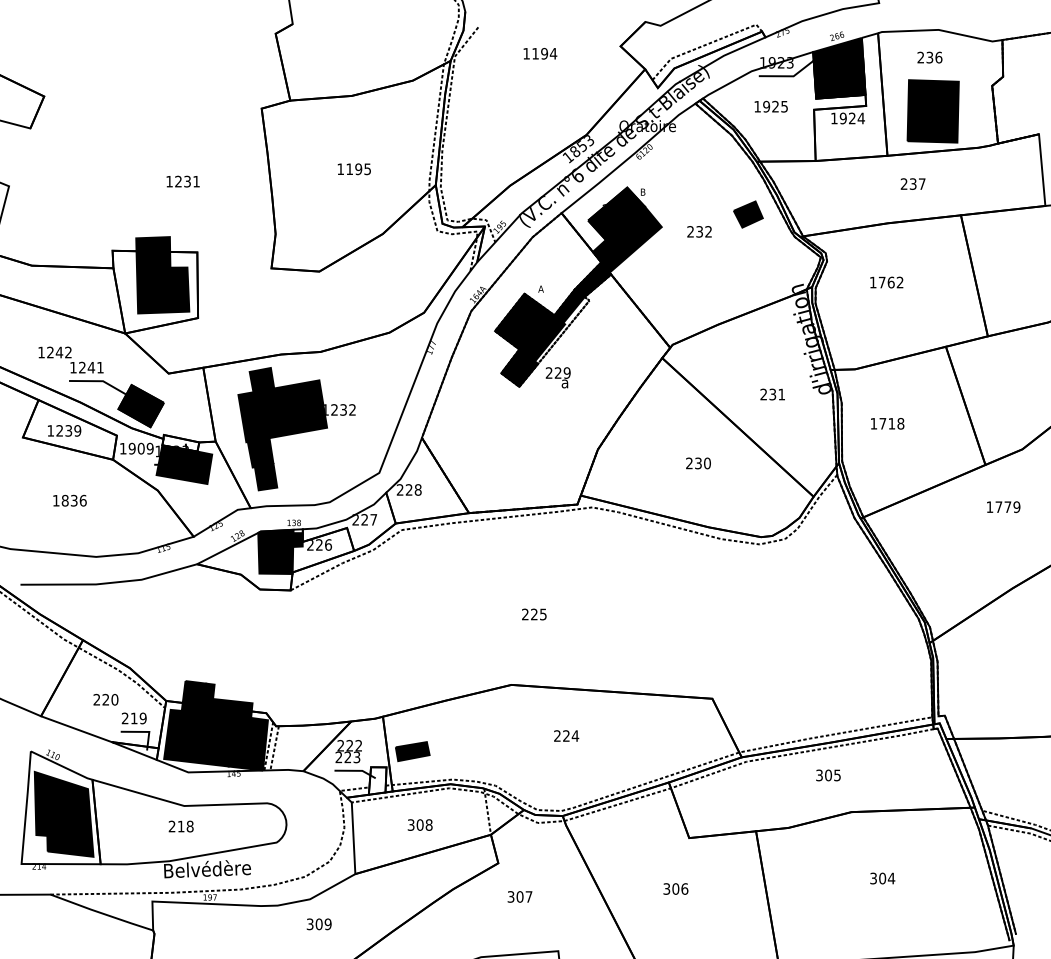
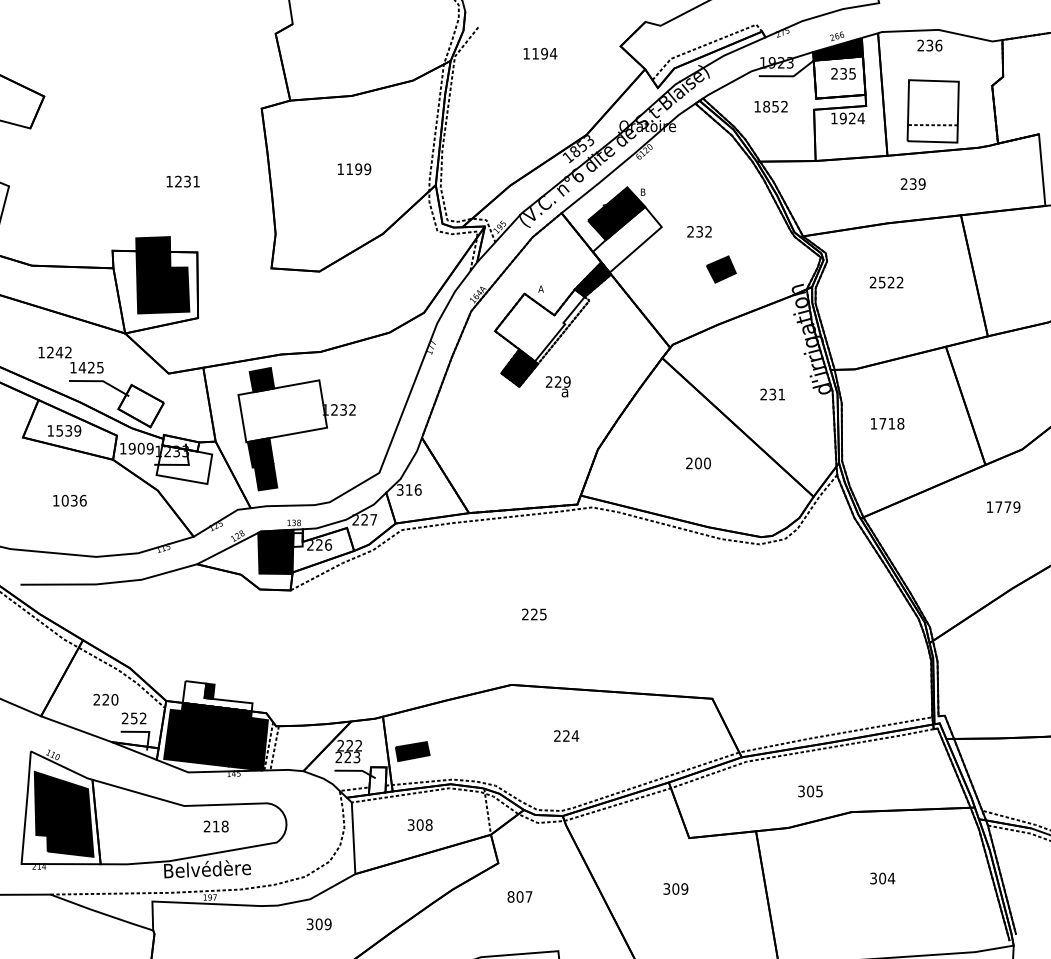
text at (929, 57) position: (929, 57) -> (929, 45)
fill at (839, 77): present -> none
text at (775, 106): 1925 -> 1852
fill at (932, 111): present -> none
text at (367, 168): 1195 -> 1199
text at (921, 183): 237 -> 239
part at (748, 214) position: (748, 214) -> (721, 269)
fill at (626, 239): present -> none
text at (881, 282): 1762 -> 2522
fill at (539, 325): present -> none
text at (90, 367): 1241 -> 1425
text at (557, 377) position: (557, 377) -> (557, 386)
fill at (140, 406): present -> none
fill at (282, 411): present -> none
text at (59, 430): 1239 -> 1539
text at (698, 463): 230 -> 200
fill at (184, 464): present -> none
text at (408, 489): 228 -> 316
text at (64, 500): 1836 -> 1036
fill at (297, 539): present -> none
fill at (217, 696): present -> none
text at (138, 718): 219 -> 252
text at (828, 775) position: (828, 775) -> (810, 791)
text at (180, 826) position: (180, 826) -> (215, 826)
text at (684, 888): 306 -> 309
text at (510, 896): 307 -> 807
